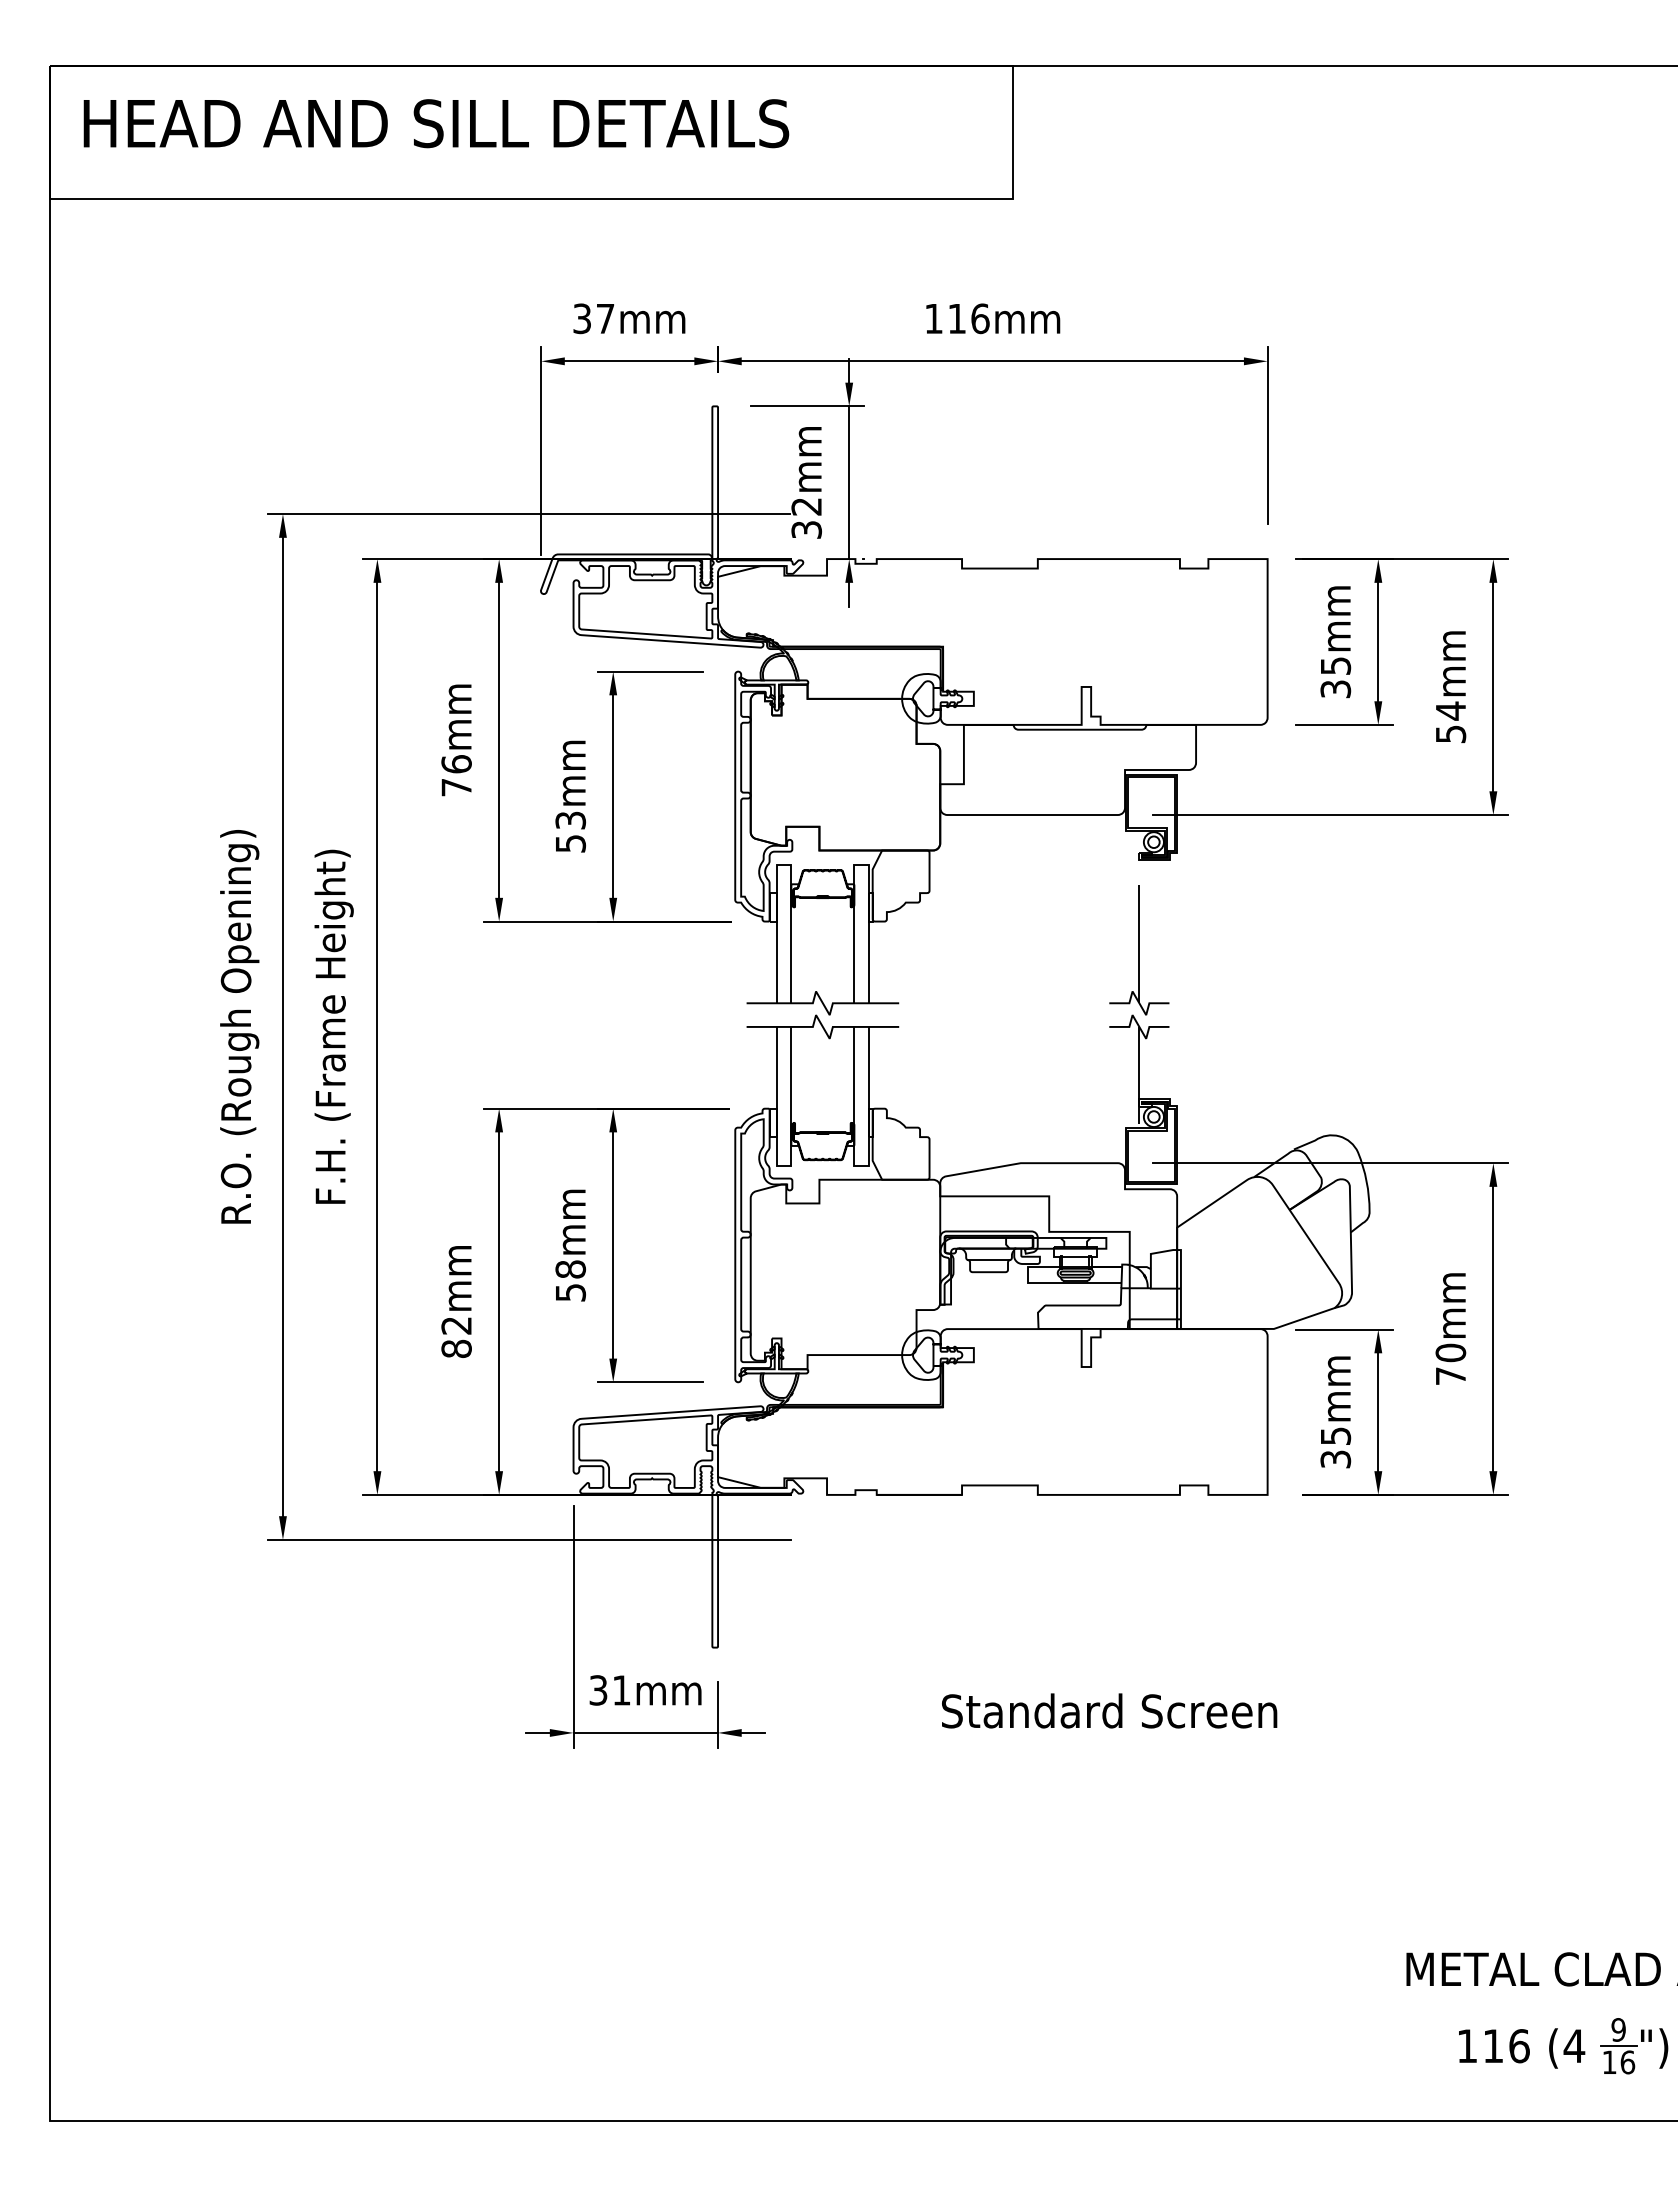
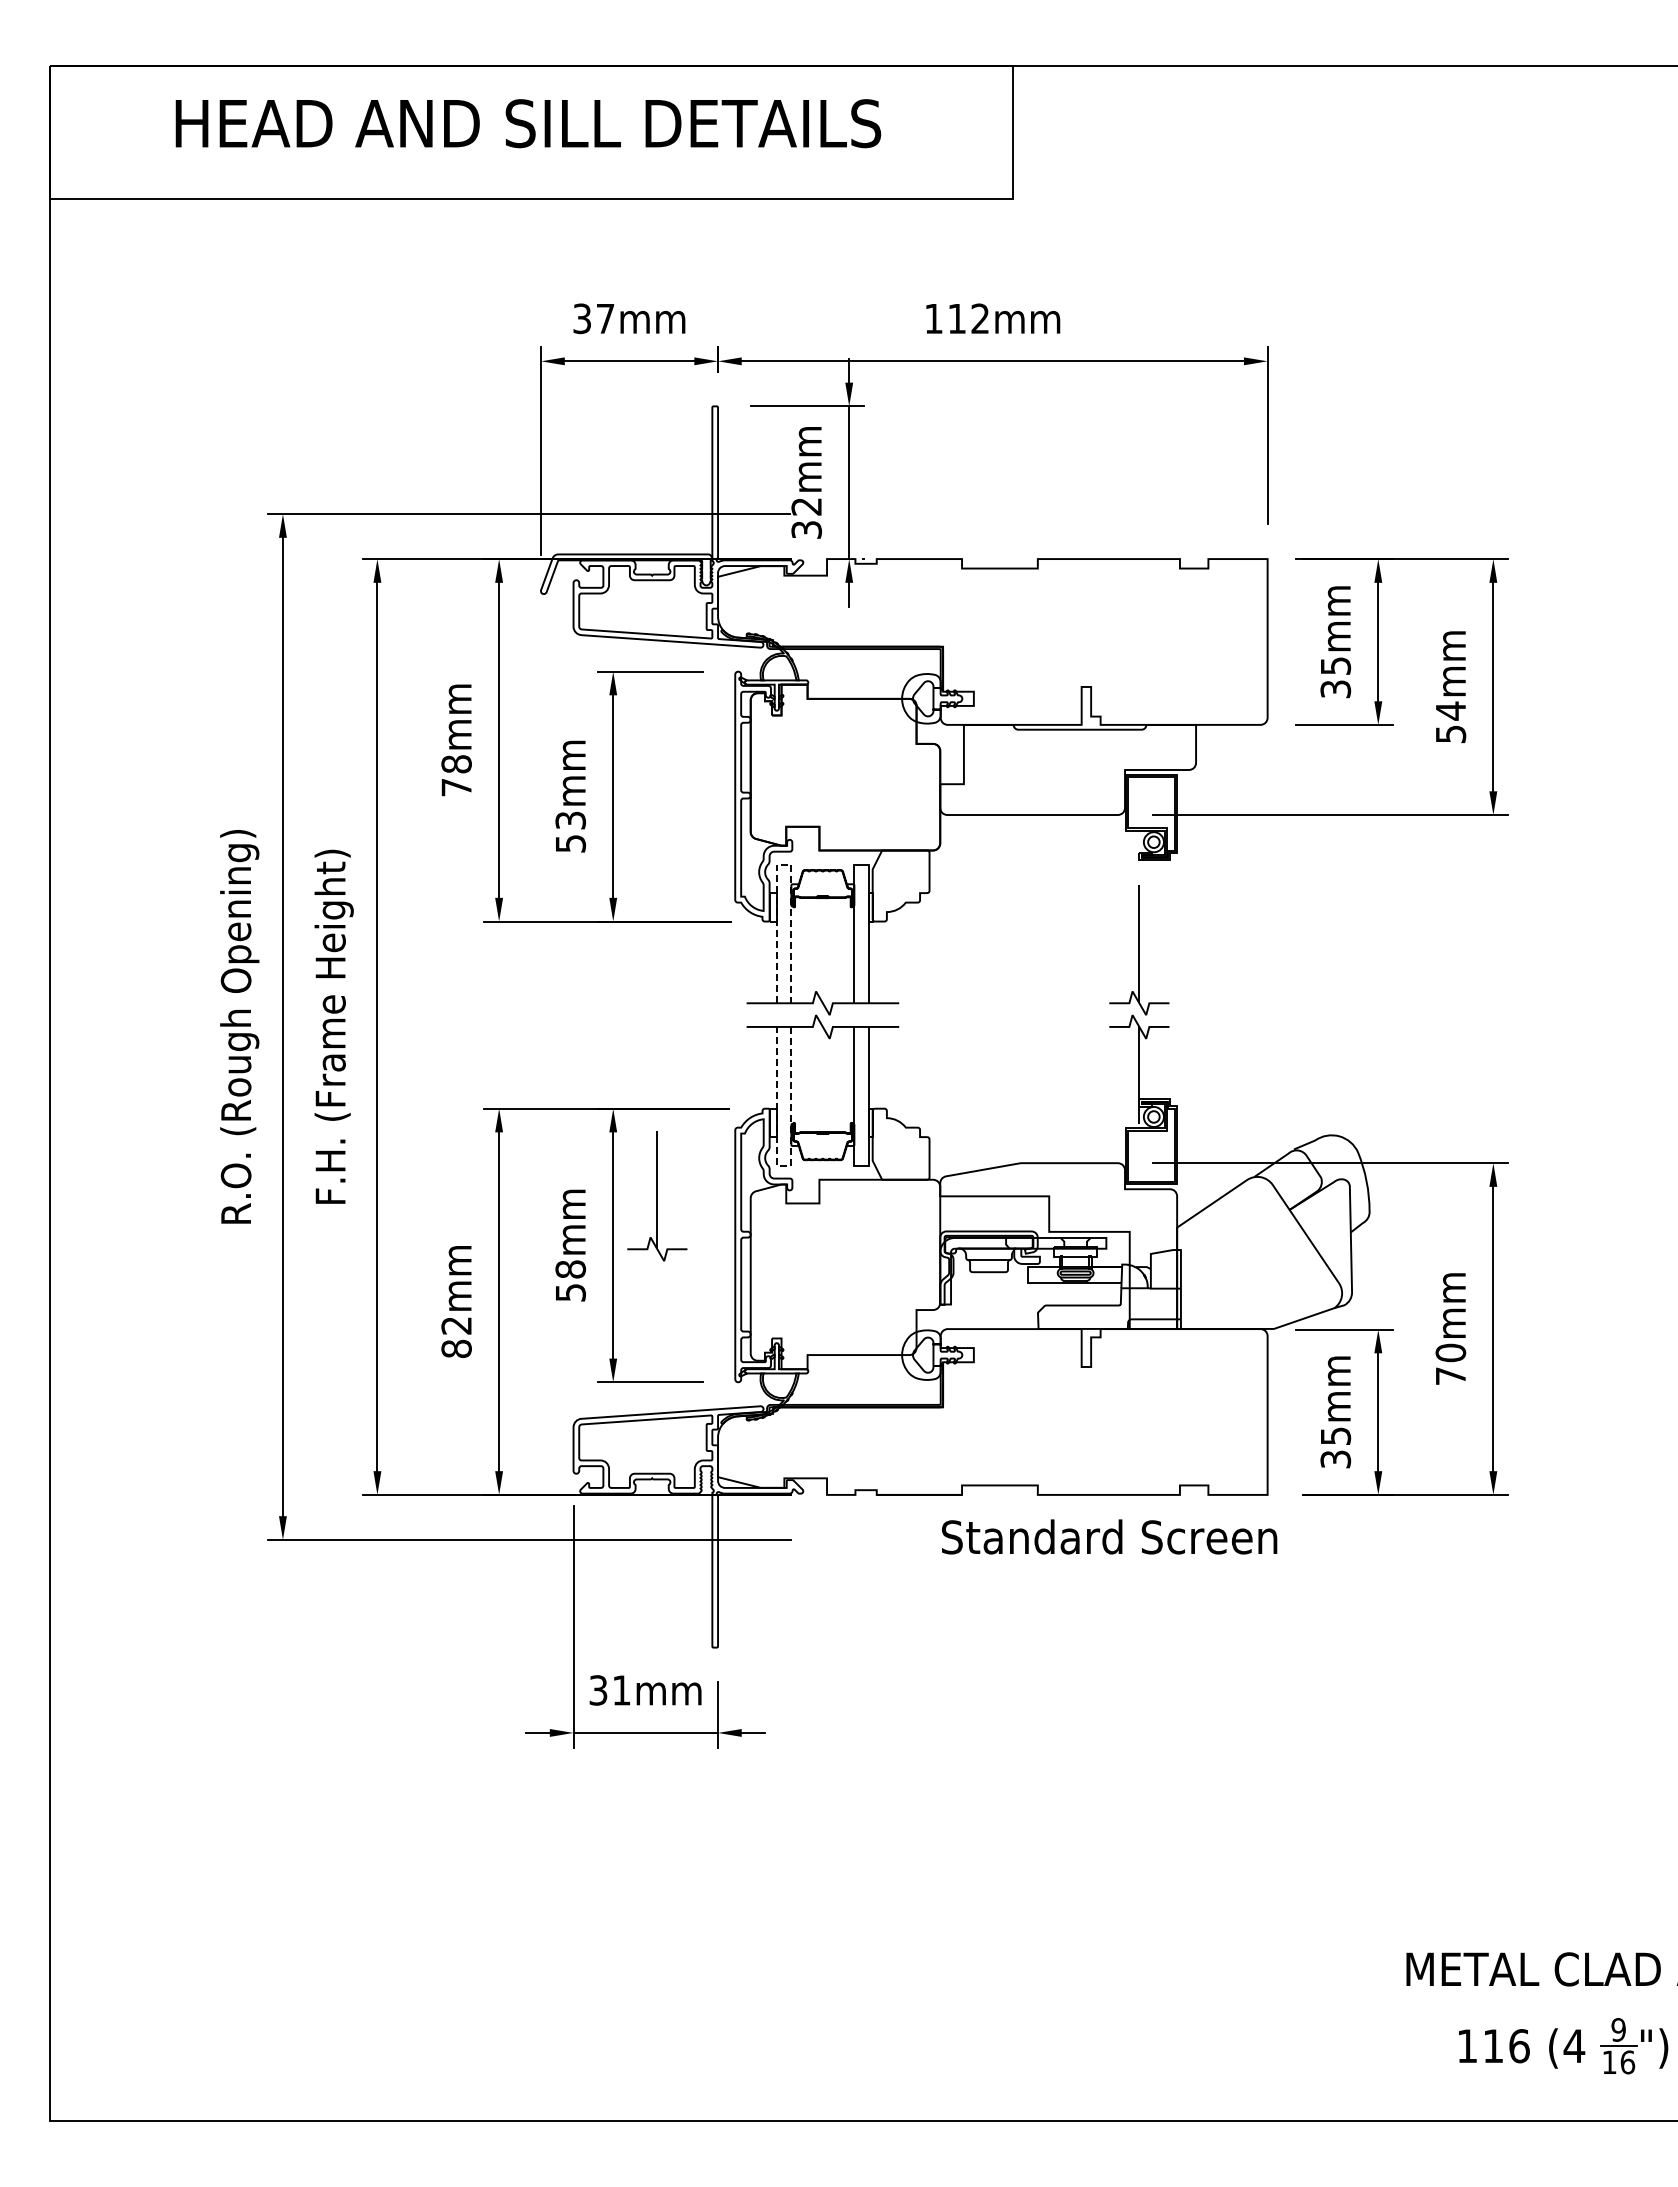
text at (436, 123) position: (436, 123) -> (528, 123)
text at (980, 318): 116mm -> 112mm
text at (456, 764): 76mm -> 78mm
line at (784, 864): solid -> dashed
line at (783, 1165): solid -> dashed
part at (657, 1196): none -> present
text at (1109, 1710) position: (1109, 1710) -> (1109, 1536)
